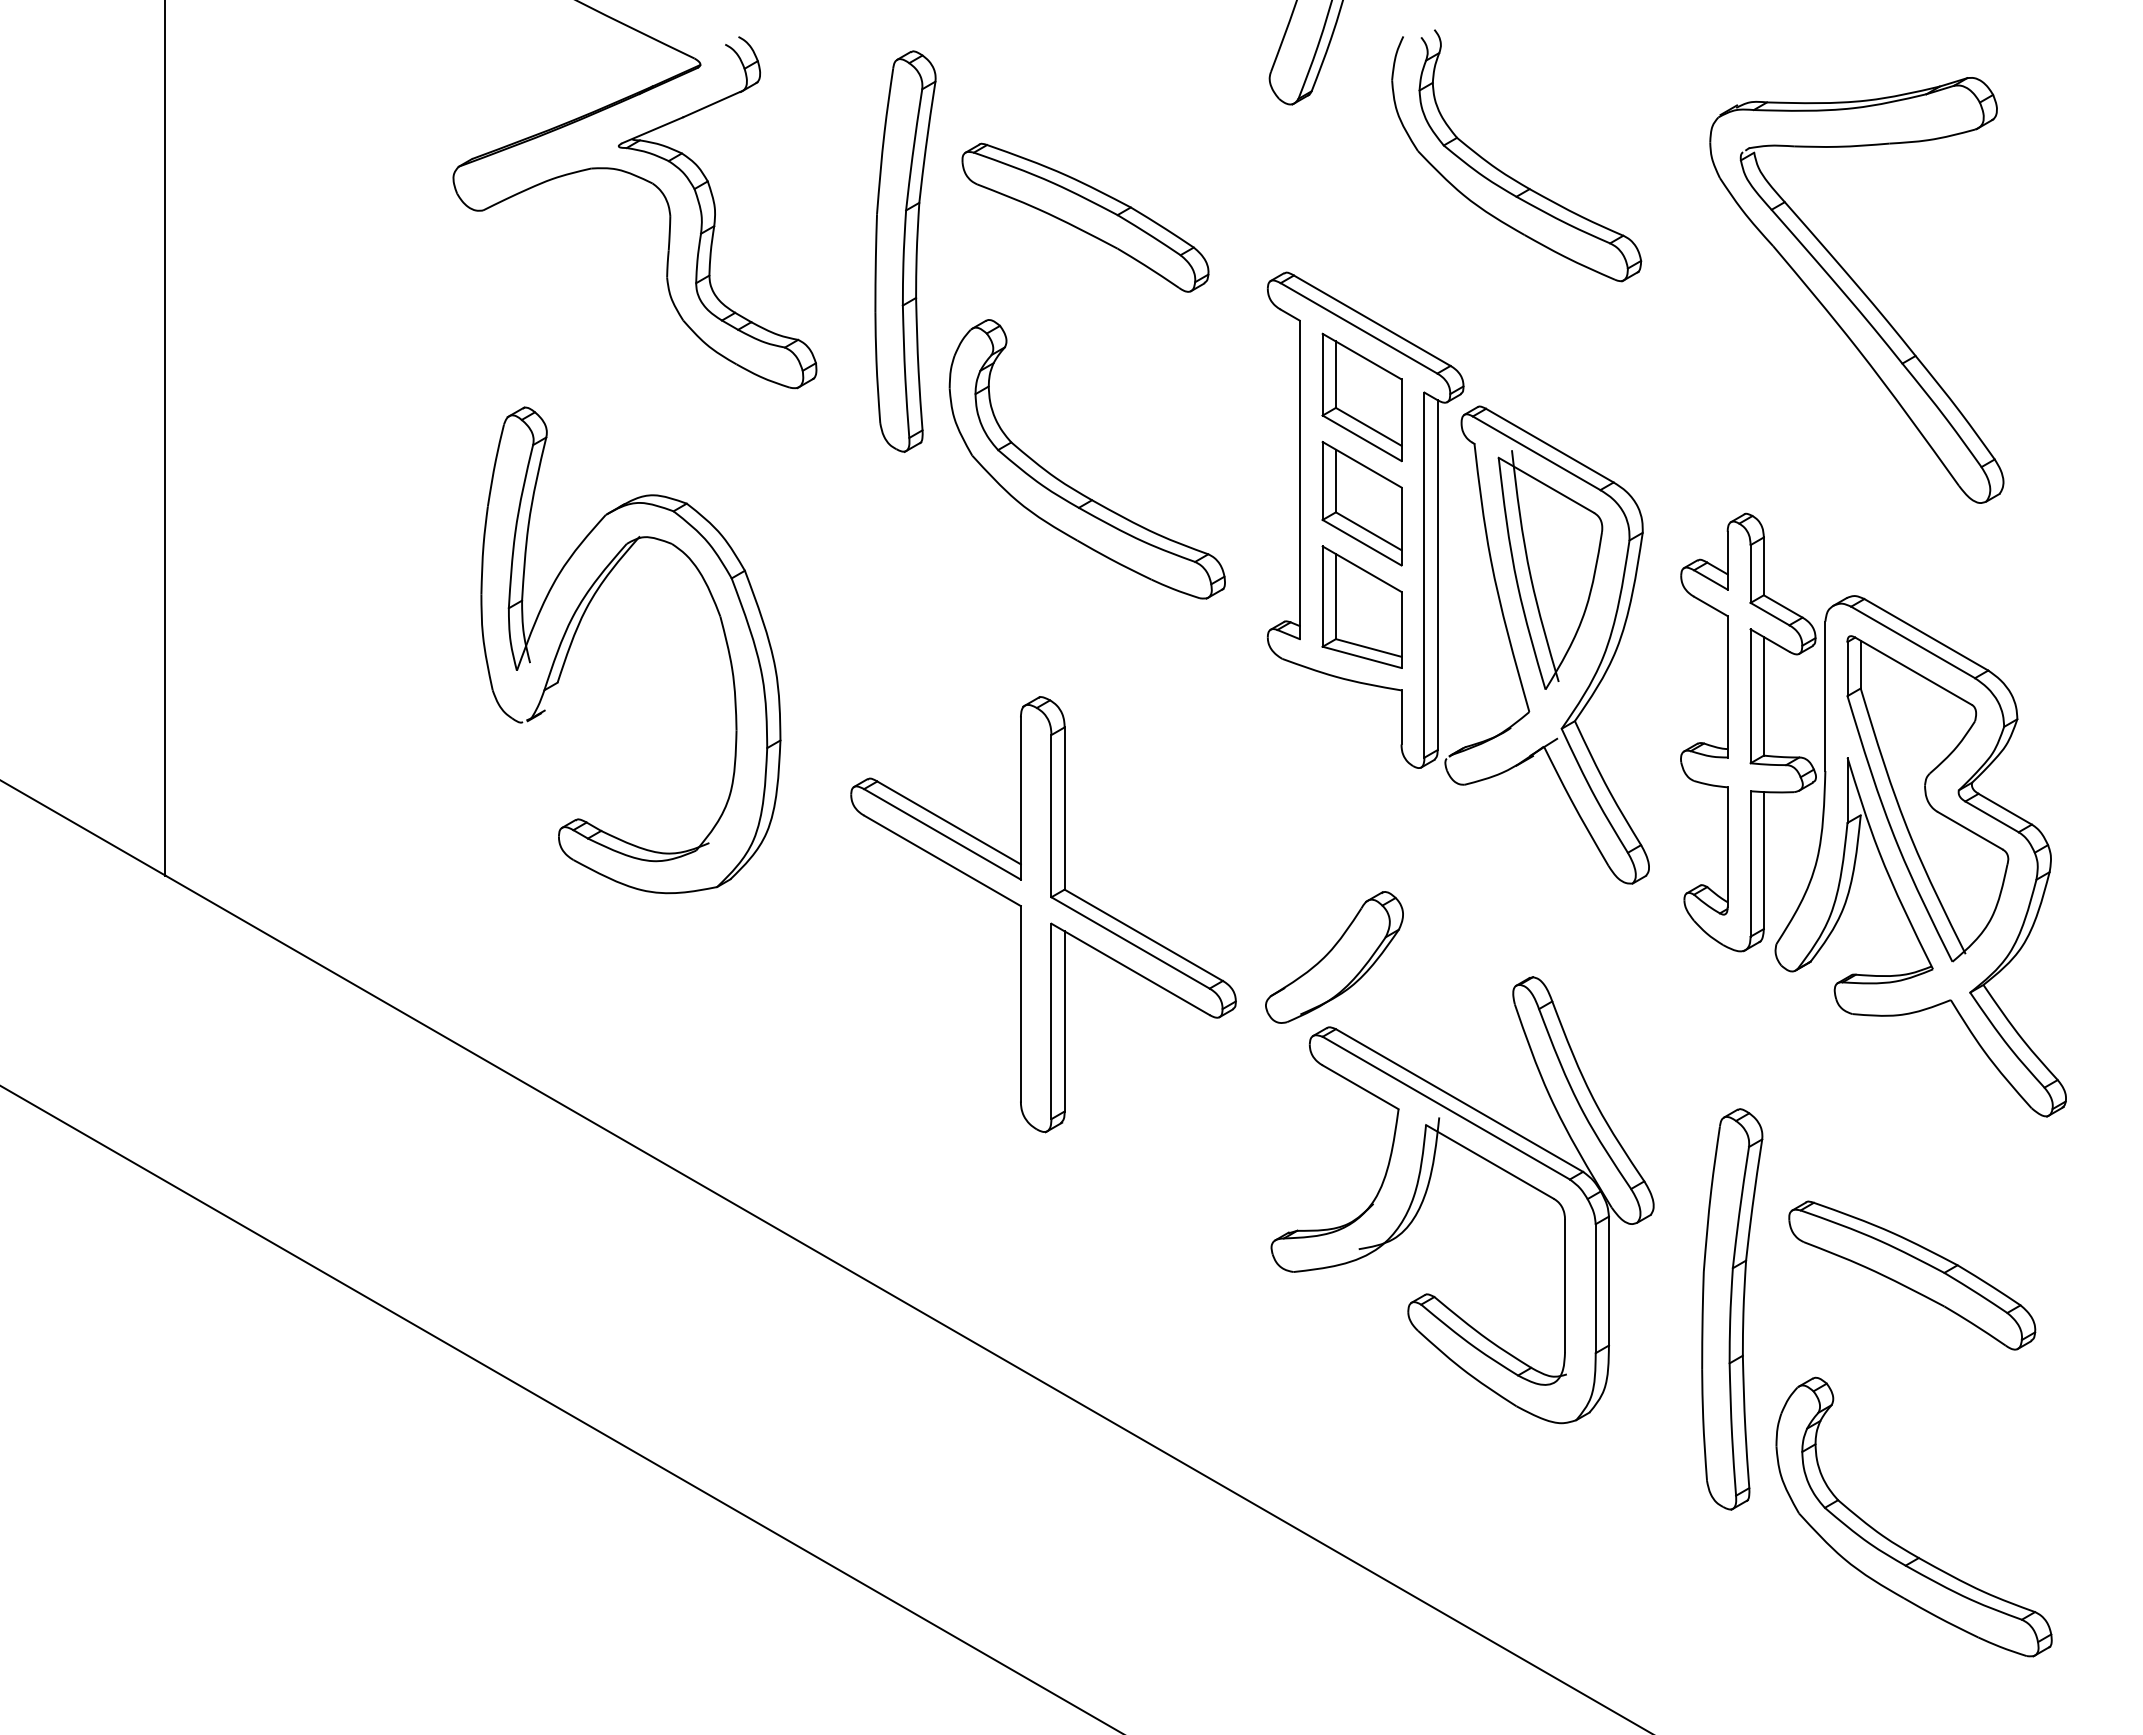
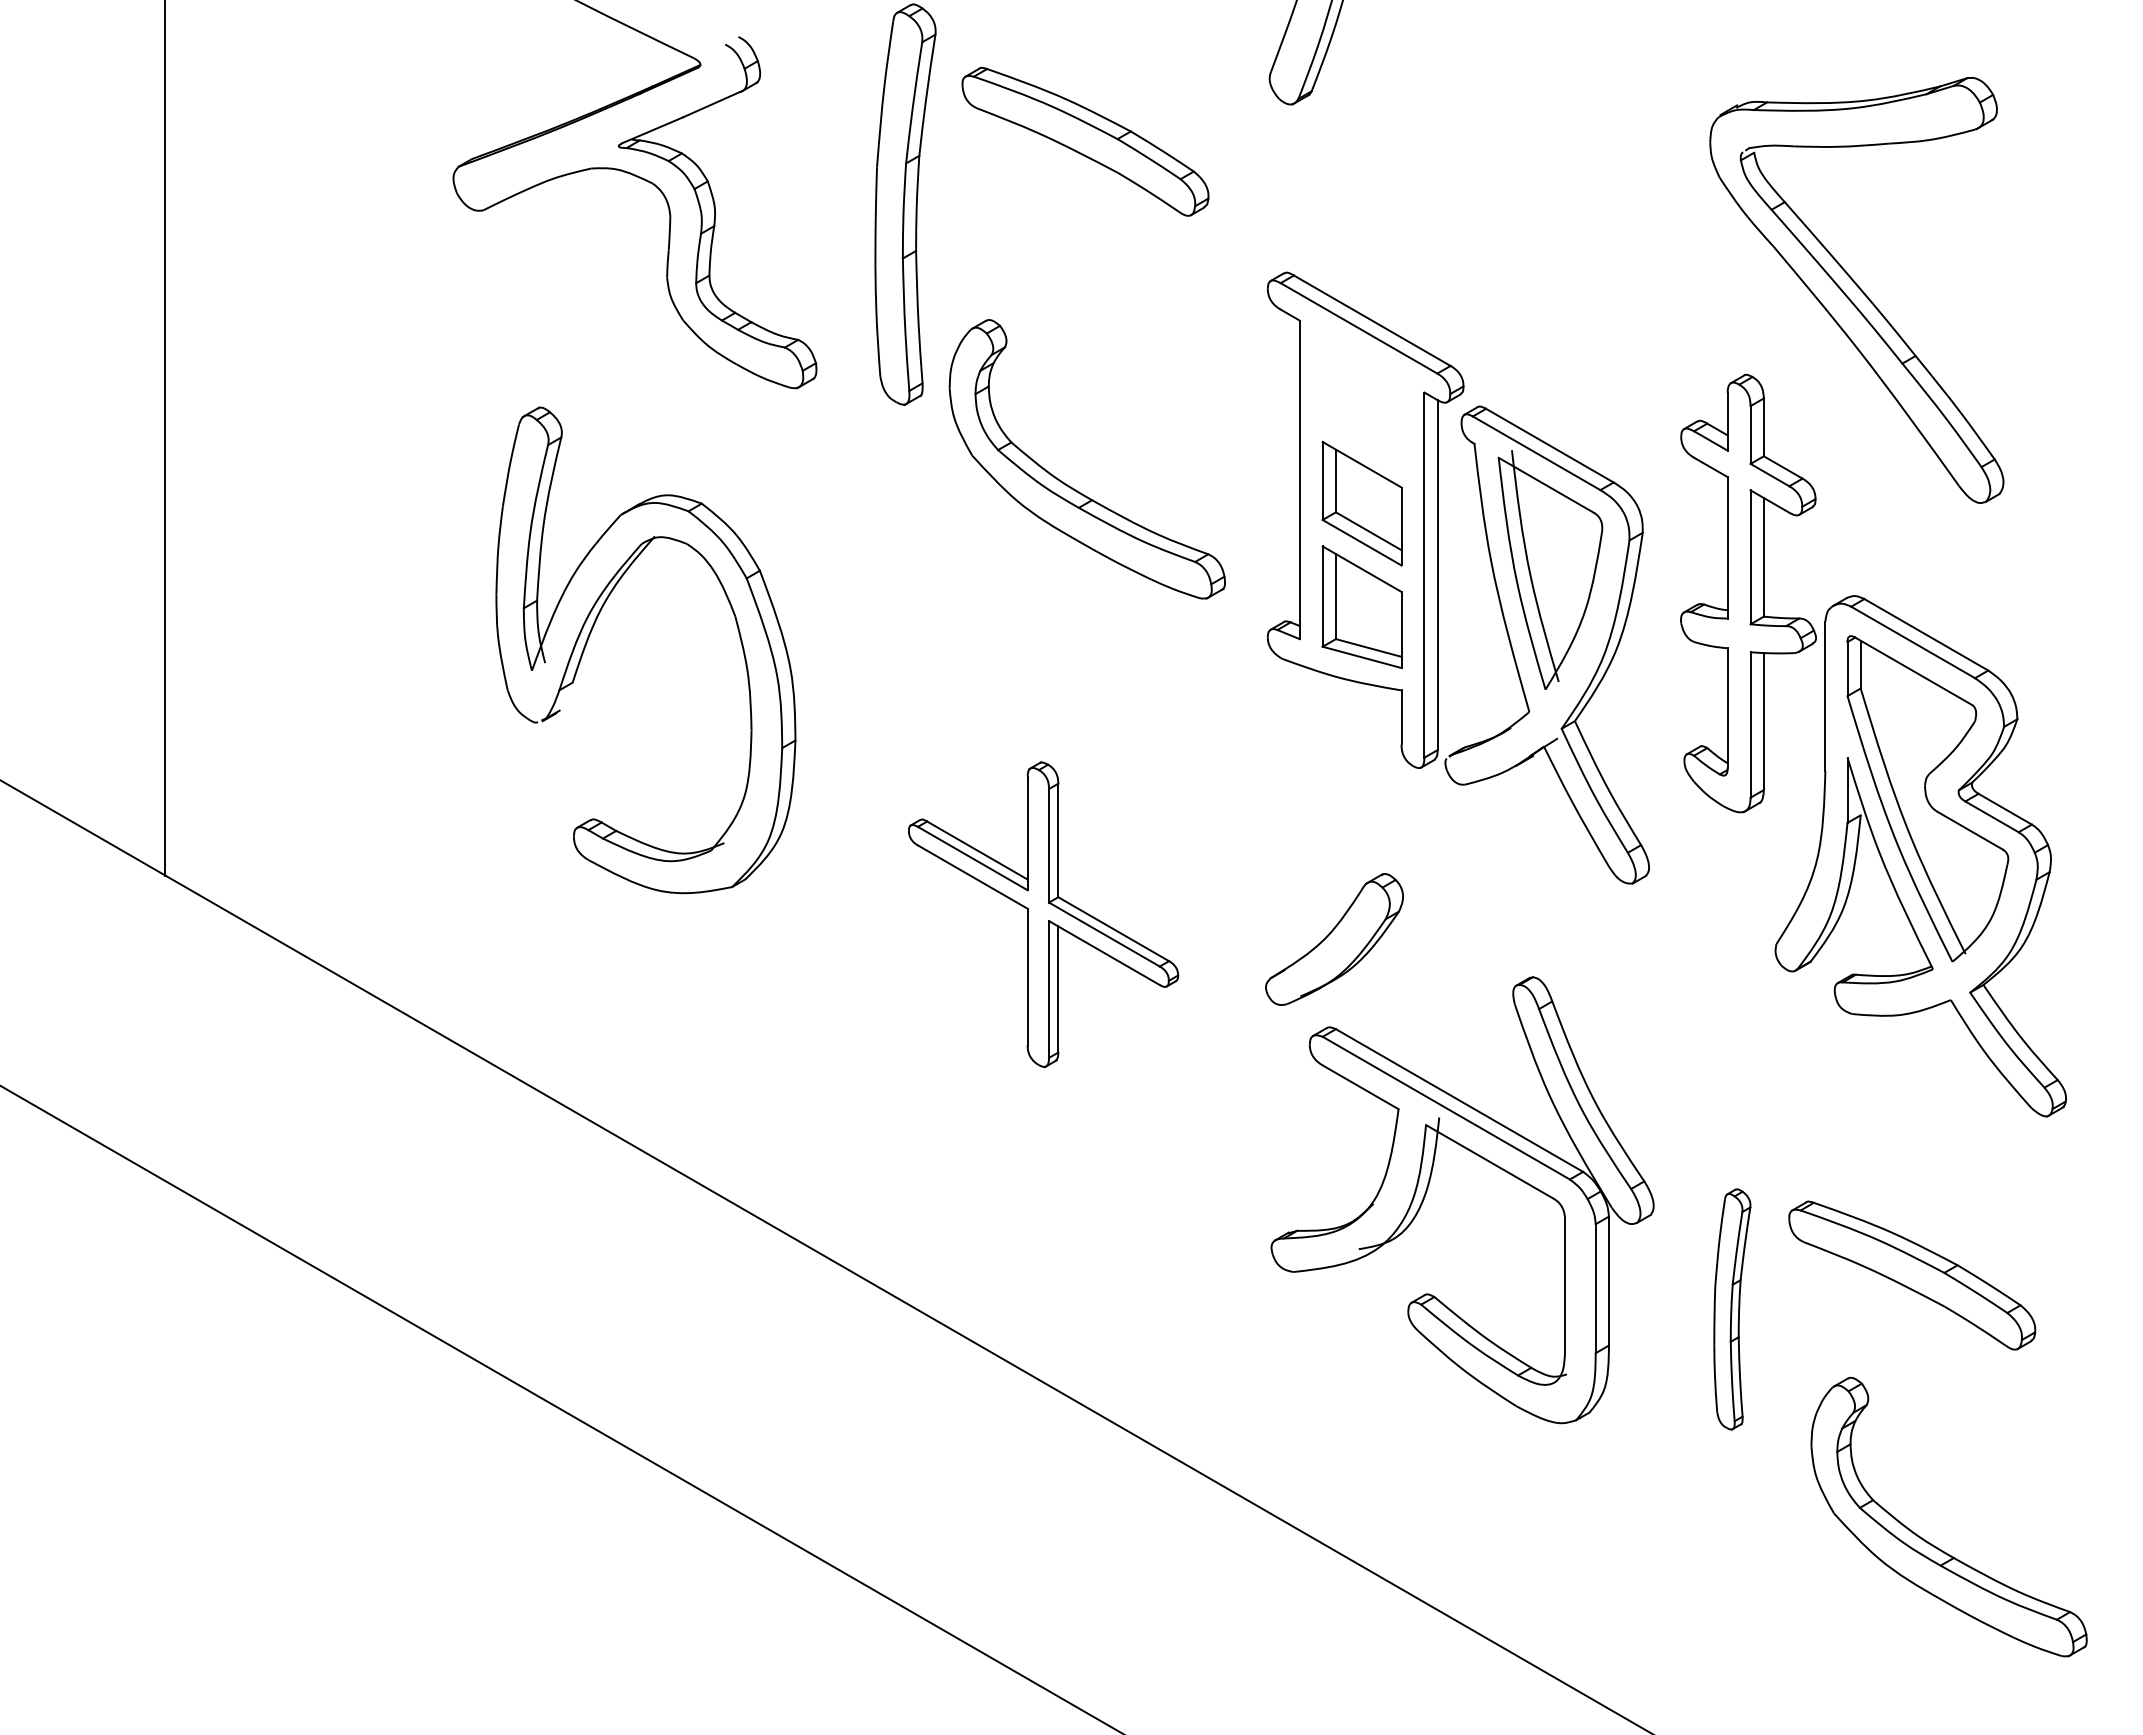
part at (1504, 172): present -> none
part at (1085, 217) position: (1085, 217) -> (1085, 141)
part at (905, 251) position: (905, 251) -> (905, 204)
part at (1361, 397): present -> none
part at (578, 628) position: (578, 628) -> (593, 628)
part at (1748, 732) position: (1748, 732) -> (1748, 593)
part at (1043, 914) size: 387x438 px -> 272x308 px
part at (1334, 957) position: (1334, 957) -> (1334, 939)
part at (1732, 1309) size: 63x403 px -> 39x243 px
part at (1898, 1544) position: (1898, 1544) -> (1933, 1544)
